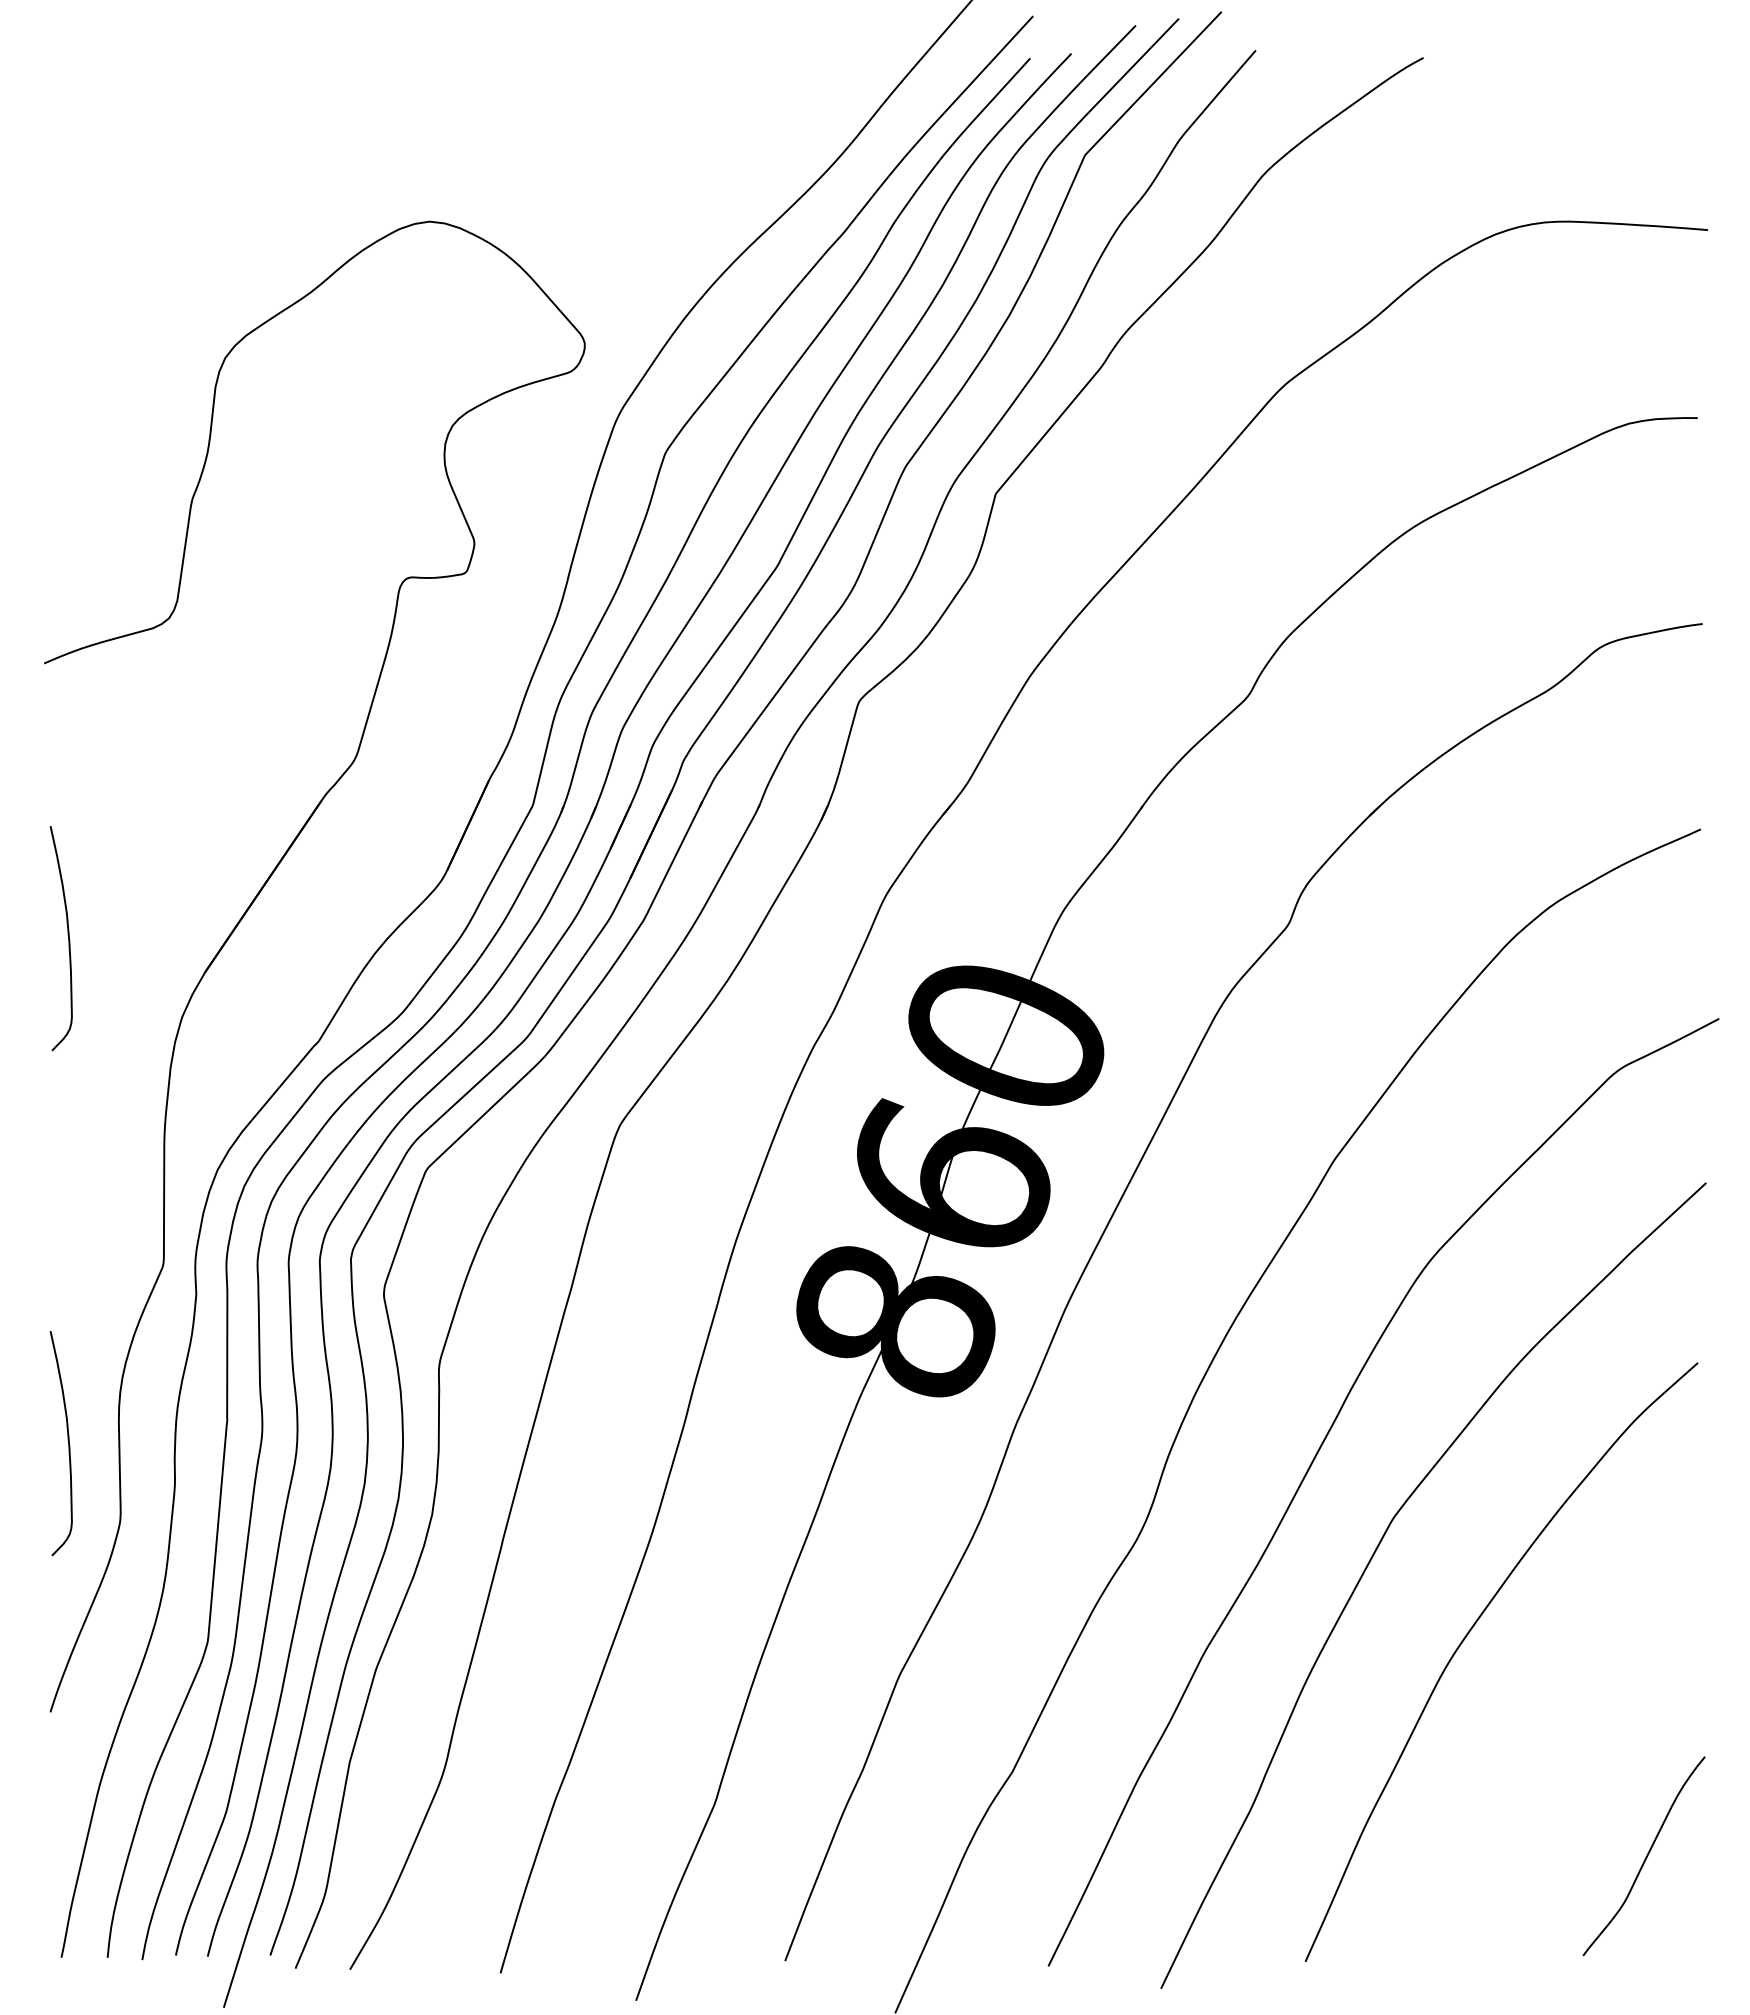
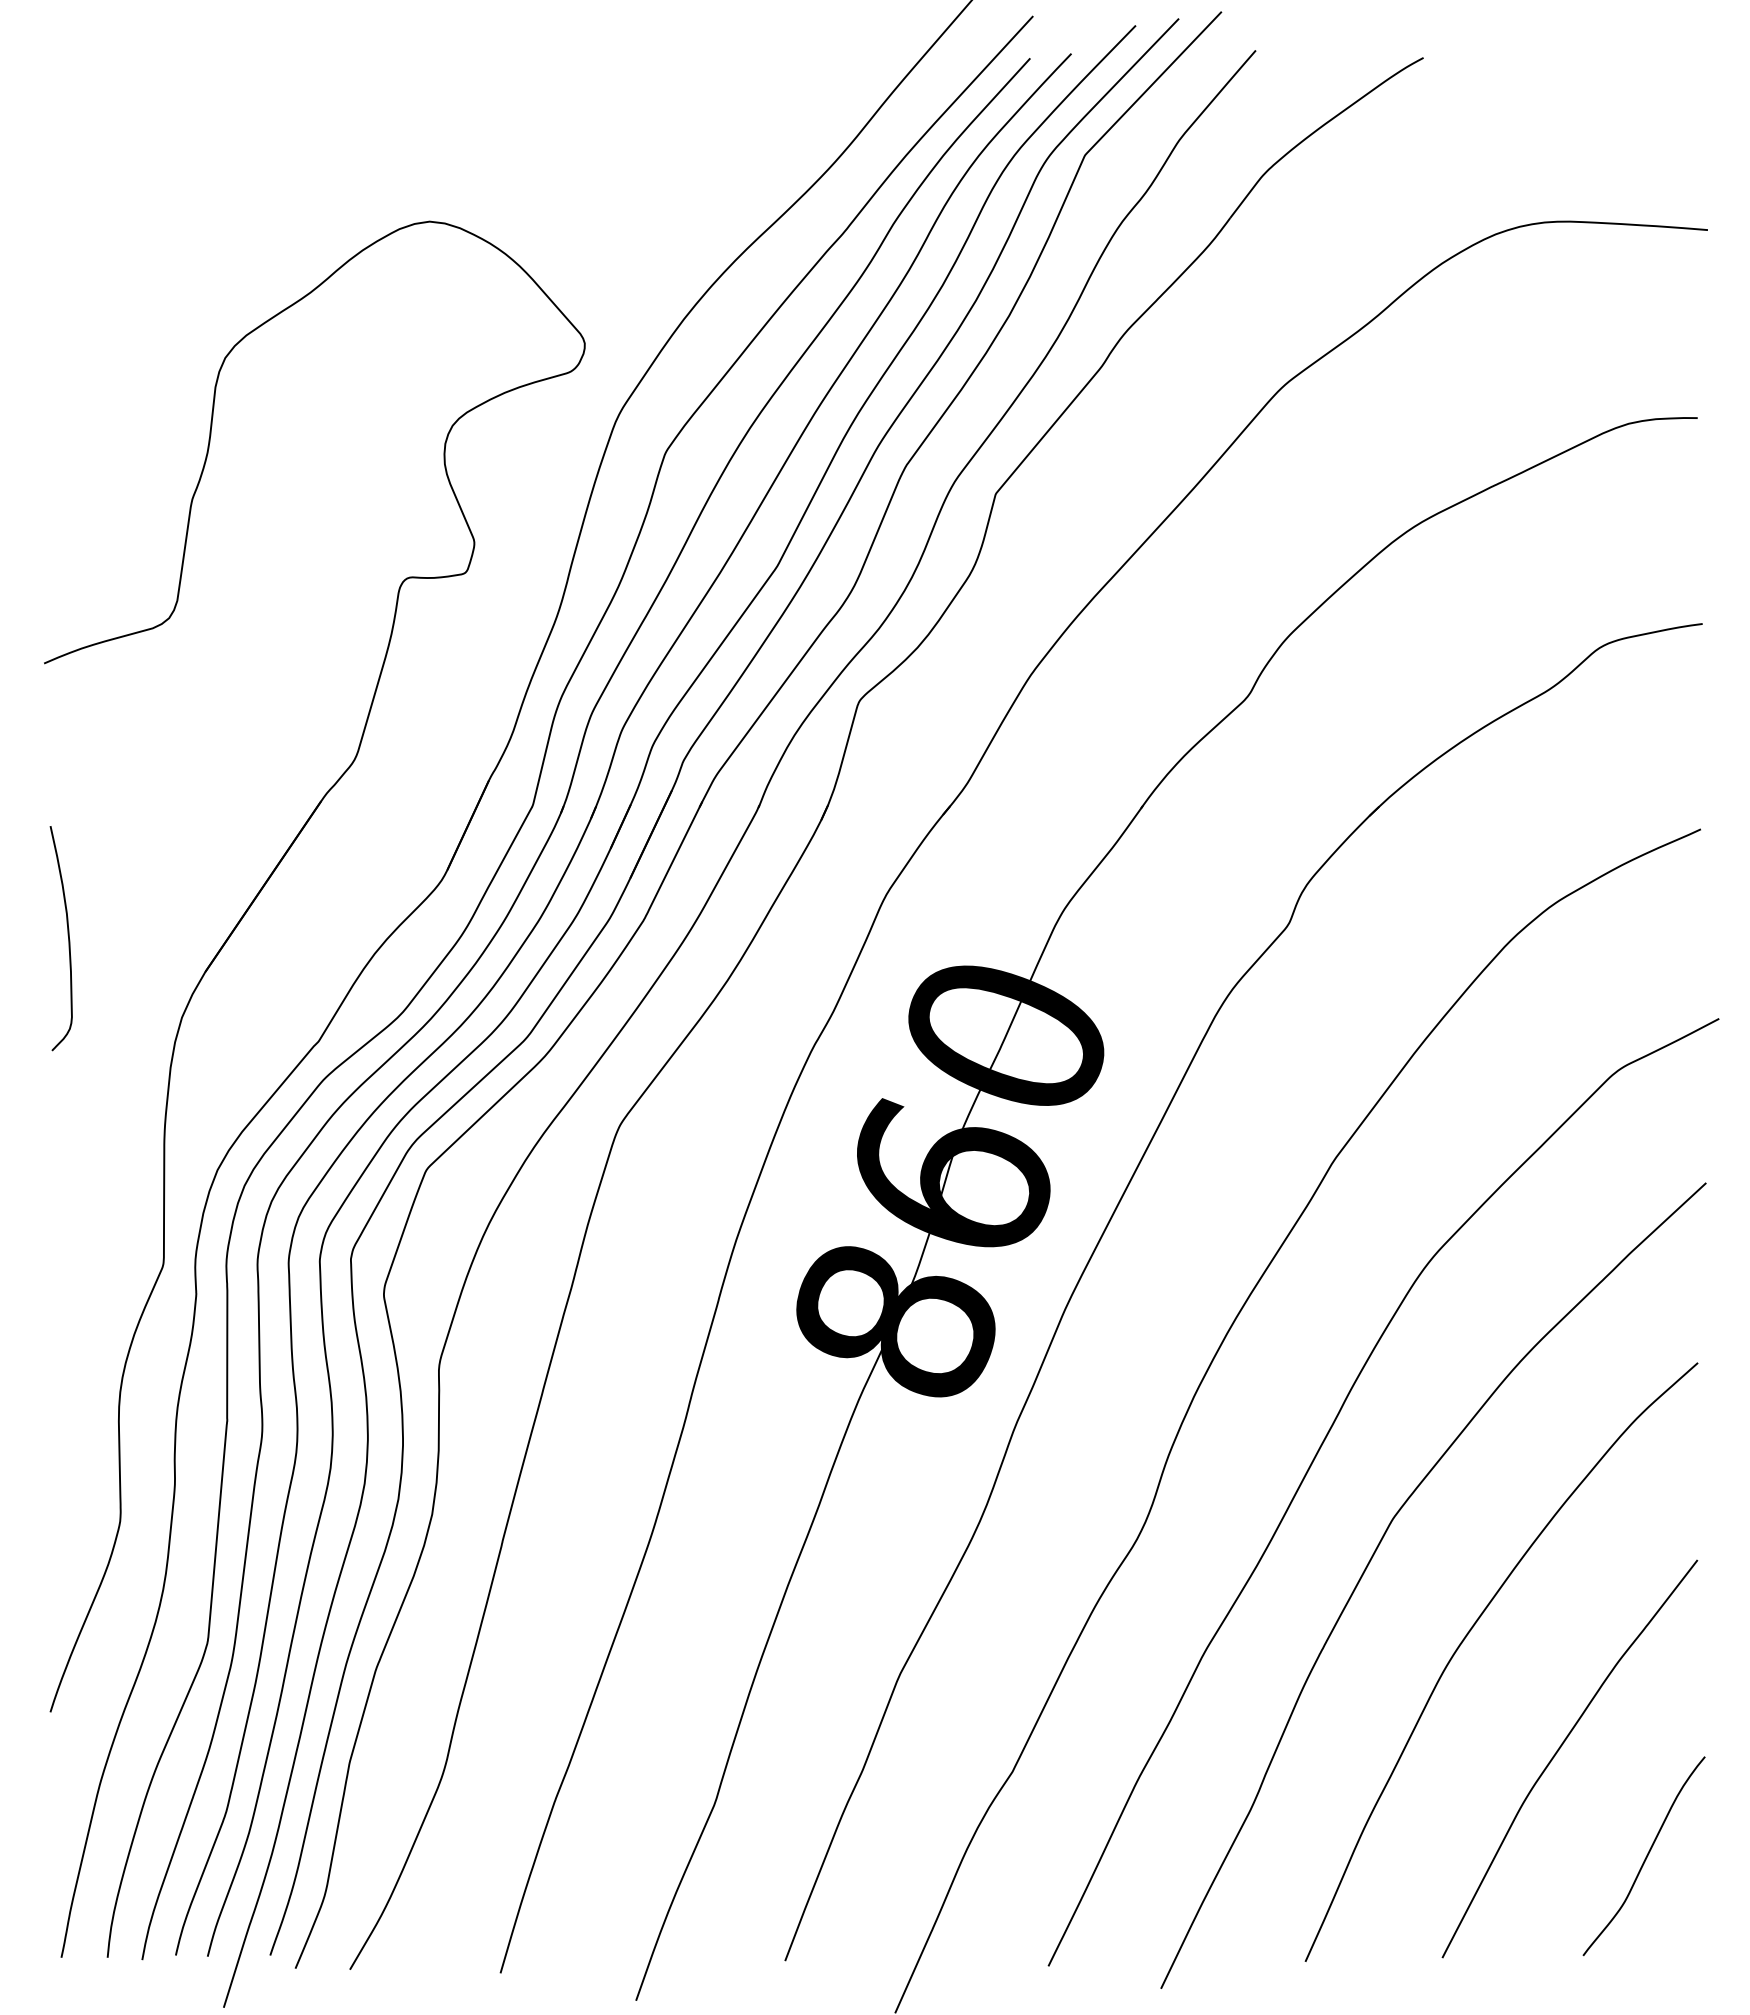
curve at (67, 1440): present -> none
curve at (1559, 1750): none -> present
